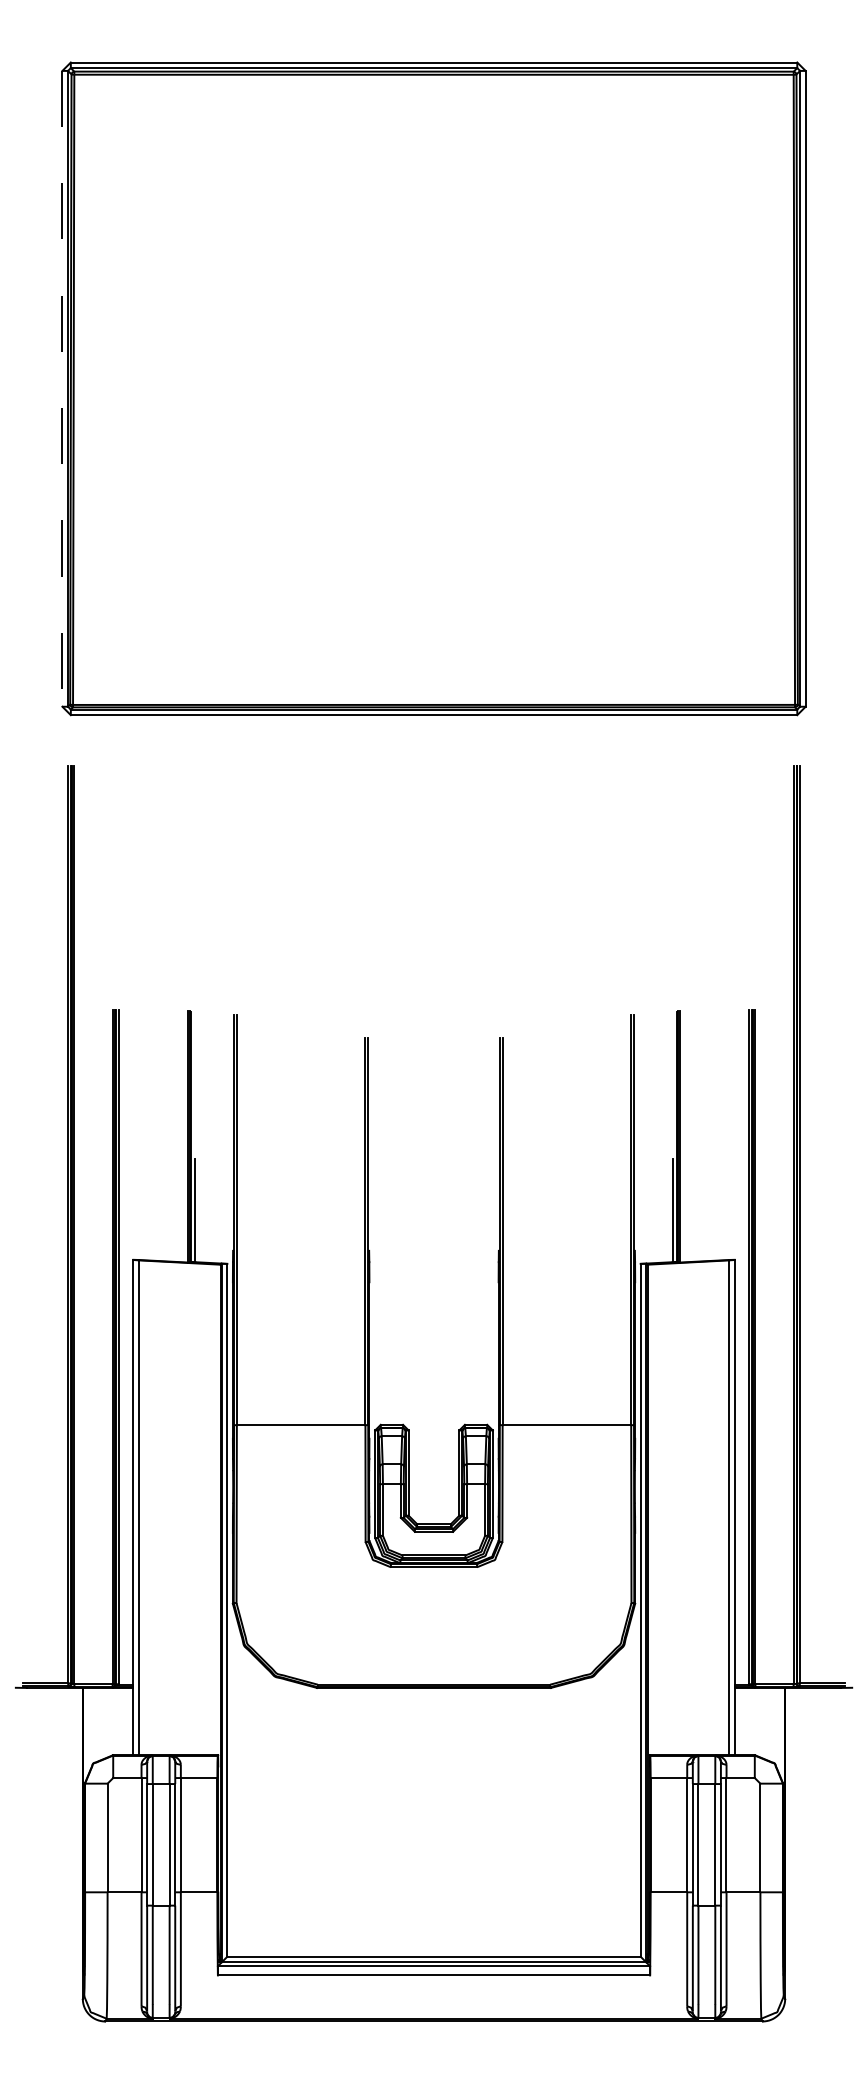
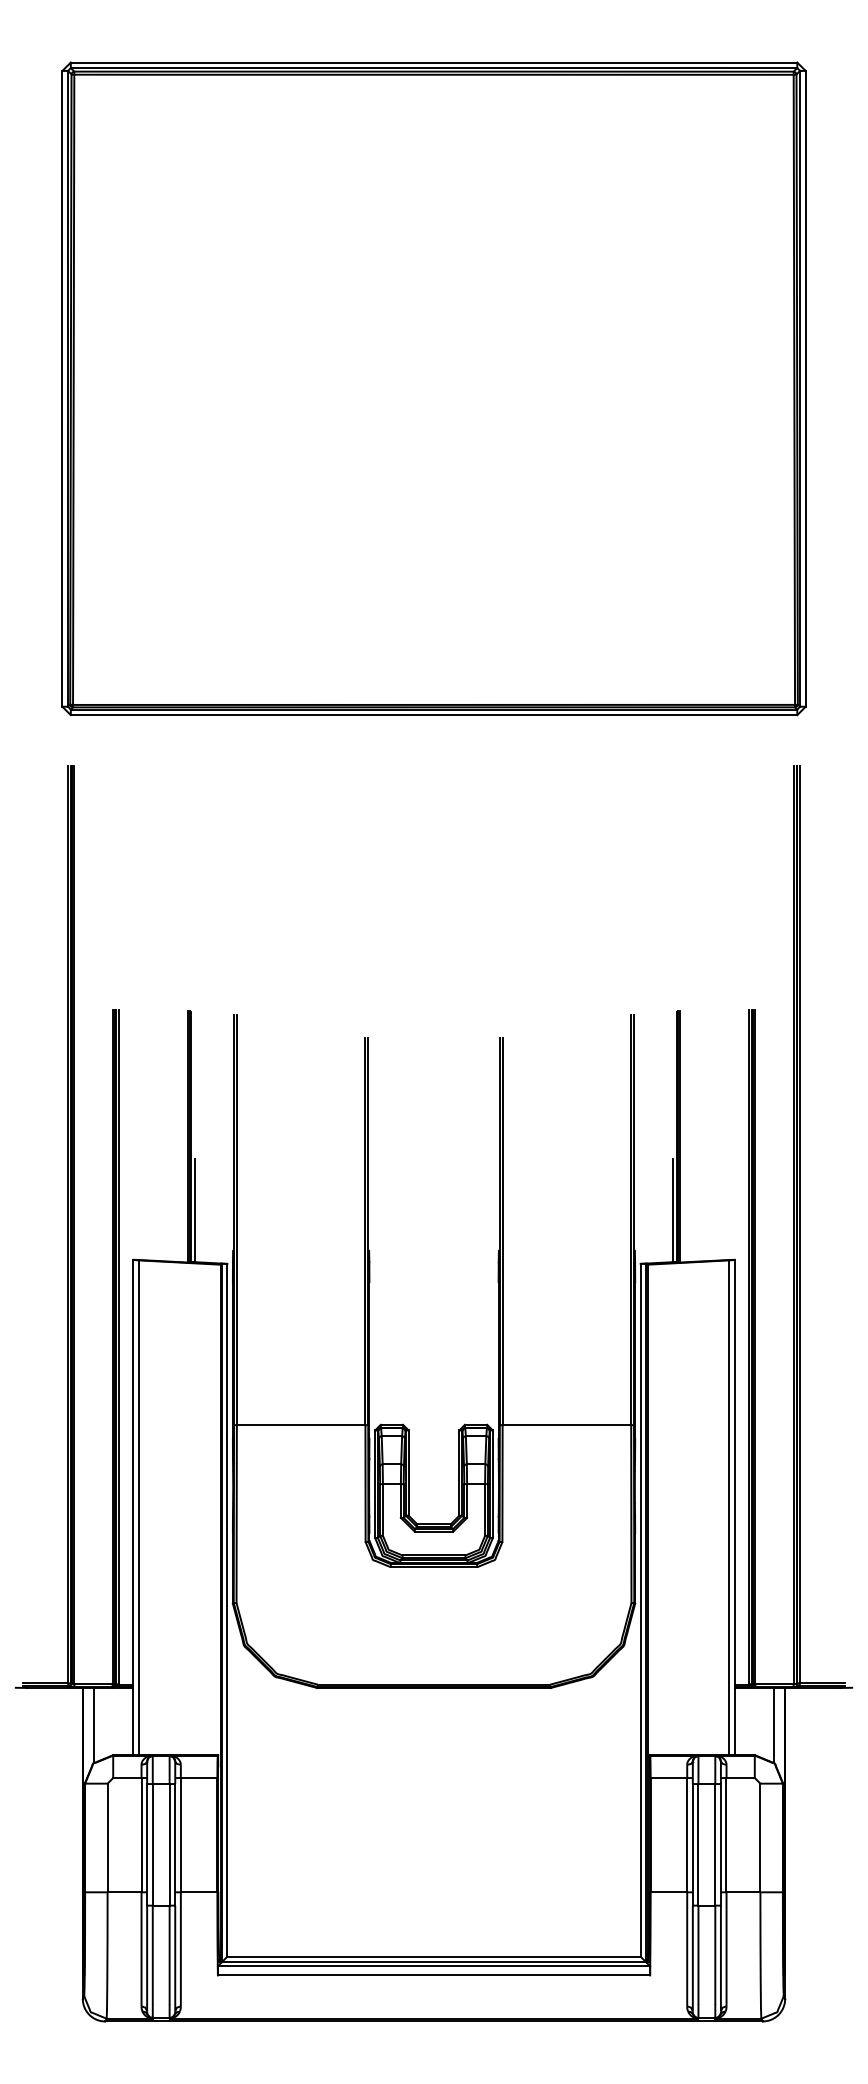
line at (62, 388): dashed -> solid
line at (94, 1724): none -> present
line at (773, 1724): none -> present
